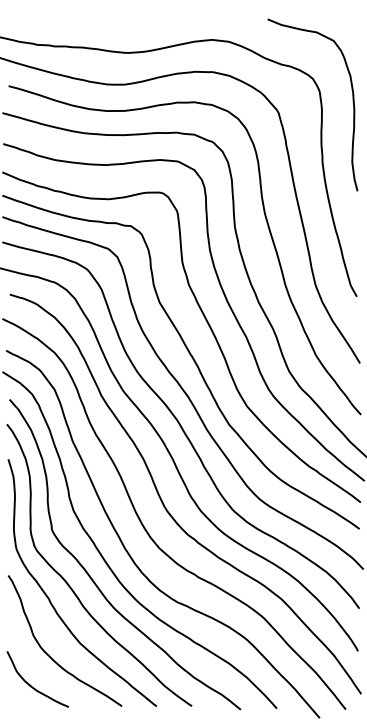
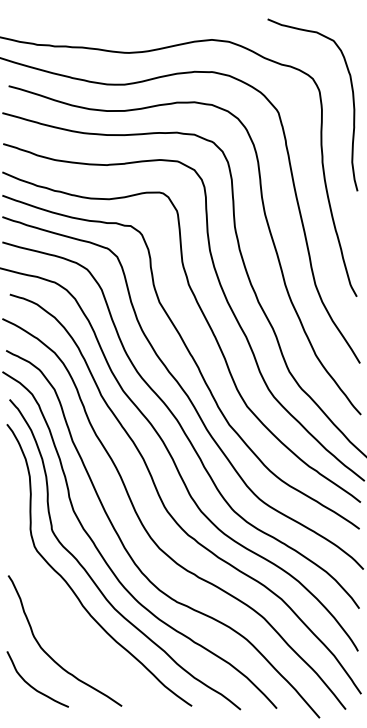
curve at (50, 599): present -> none
